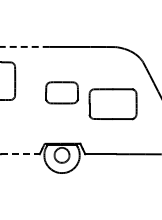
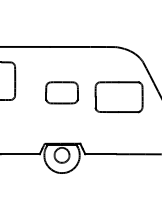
line at (24, 46): dashed -> solid
part at (112, 104) position: (112, 104) -> (118, 97)
line at (20, 154): dashed -> solid
